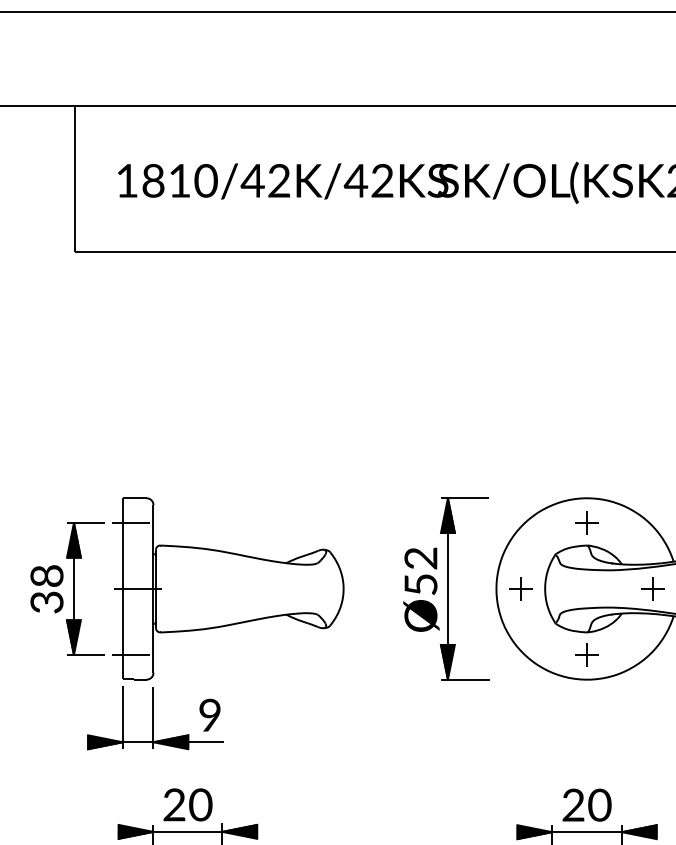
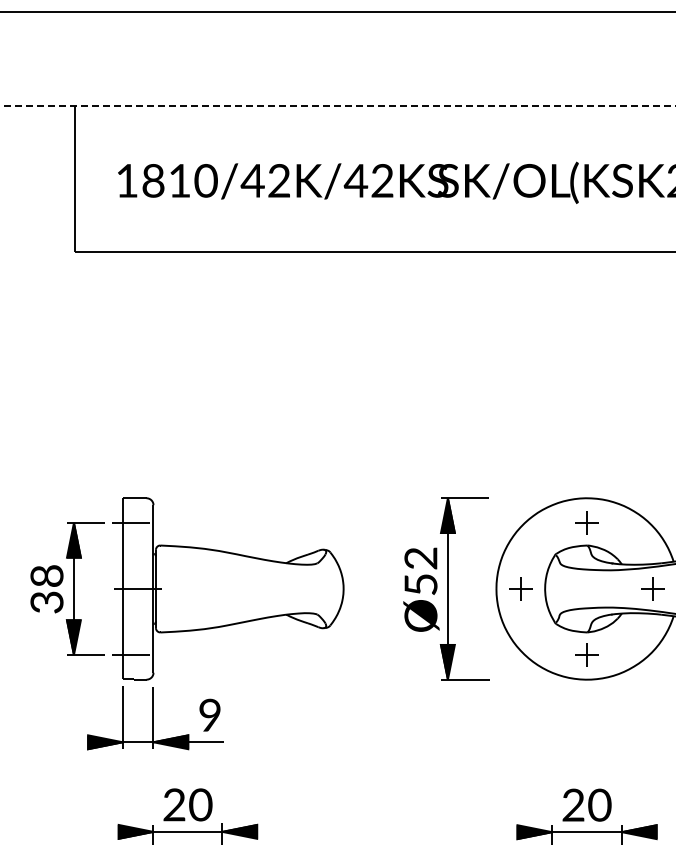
line at (337, 105): solid -> dashed
